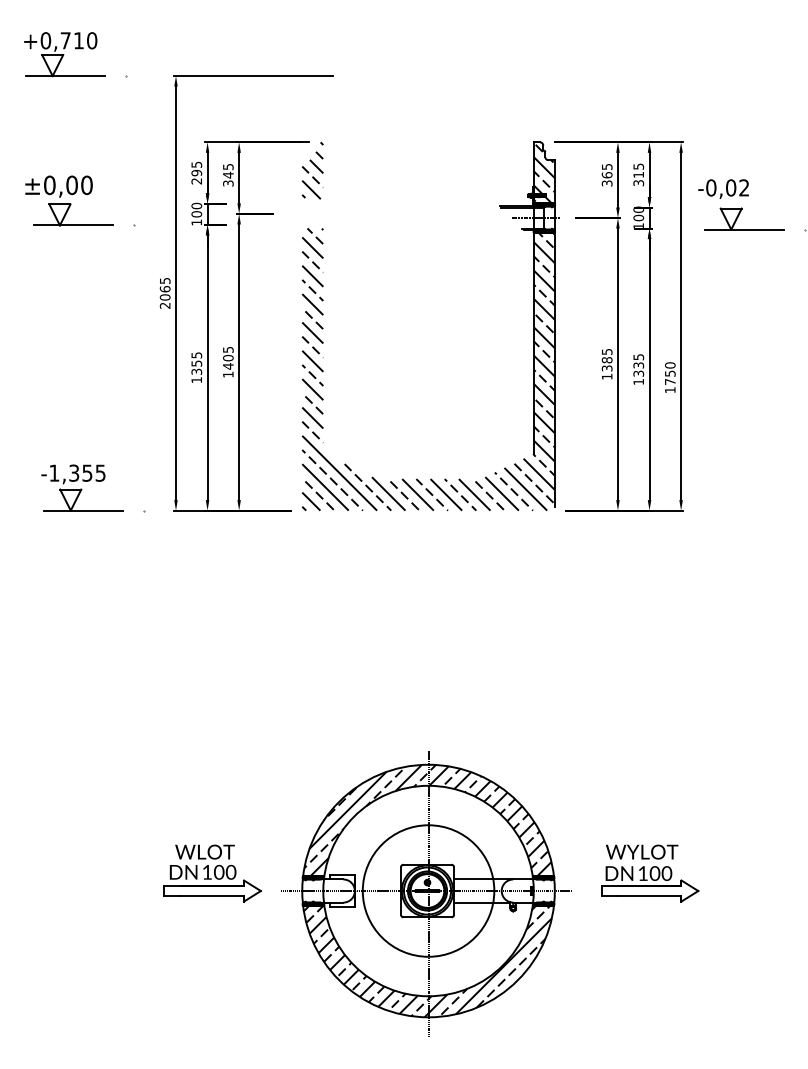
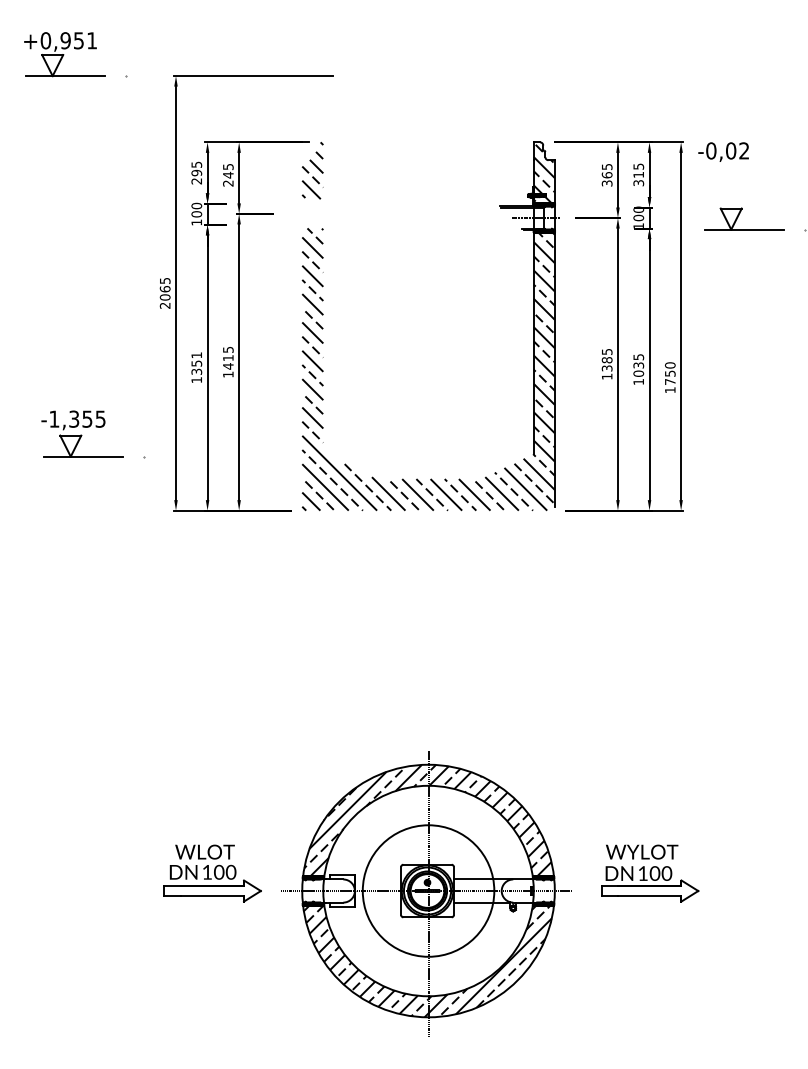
text at (78, 40): +0,710 -> +0,951
text at (228, 183): 345 -> 245
text at (723, 188) position: (723, 188) -> (723, 151)
part at (84, 194): present -> none
text at (196, 355): 1355 -> 1351
text at (228, 357): 1405 -> 1415
text at (638, 373): 1335 -> 1035
part at (96, 481) position: (96, 481) -> (96, 427)
